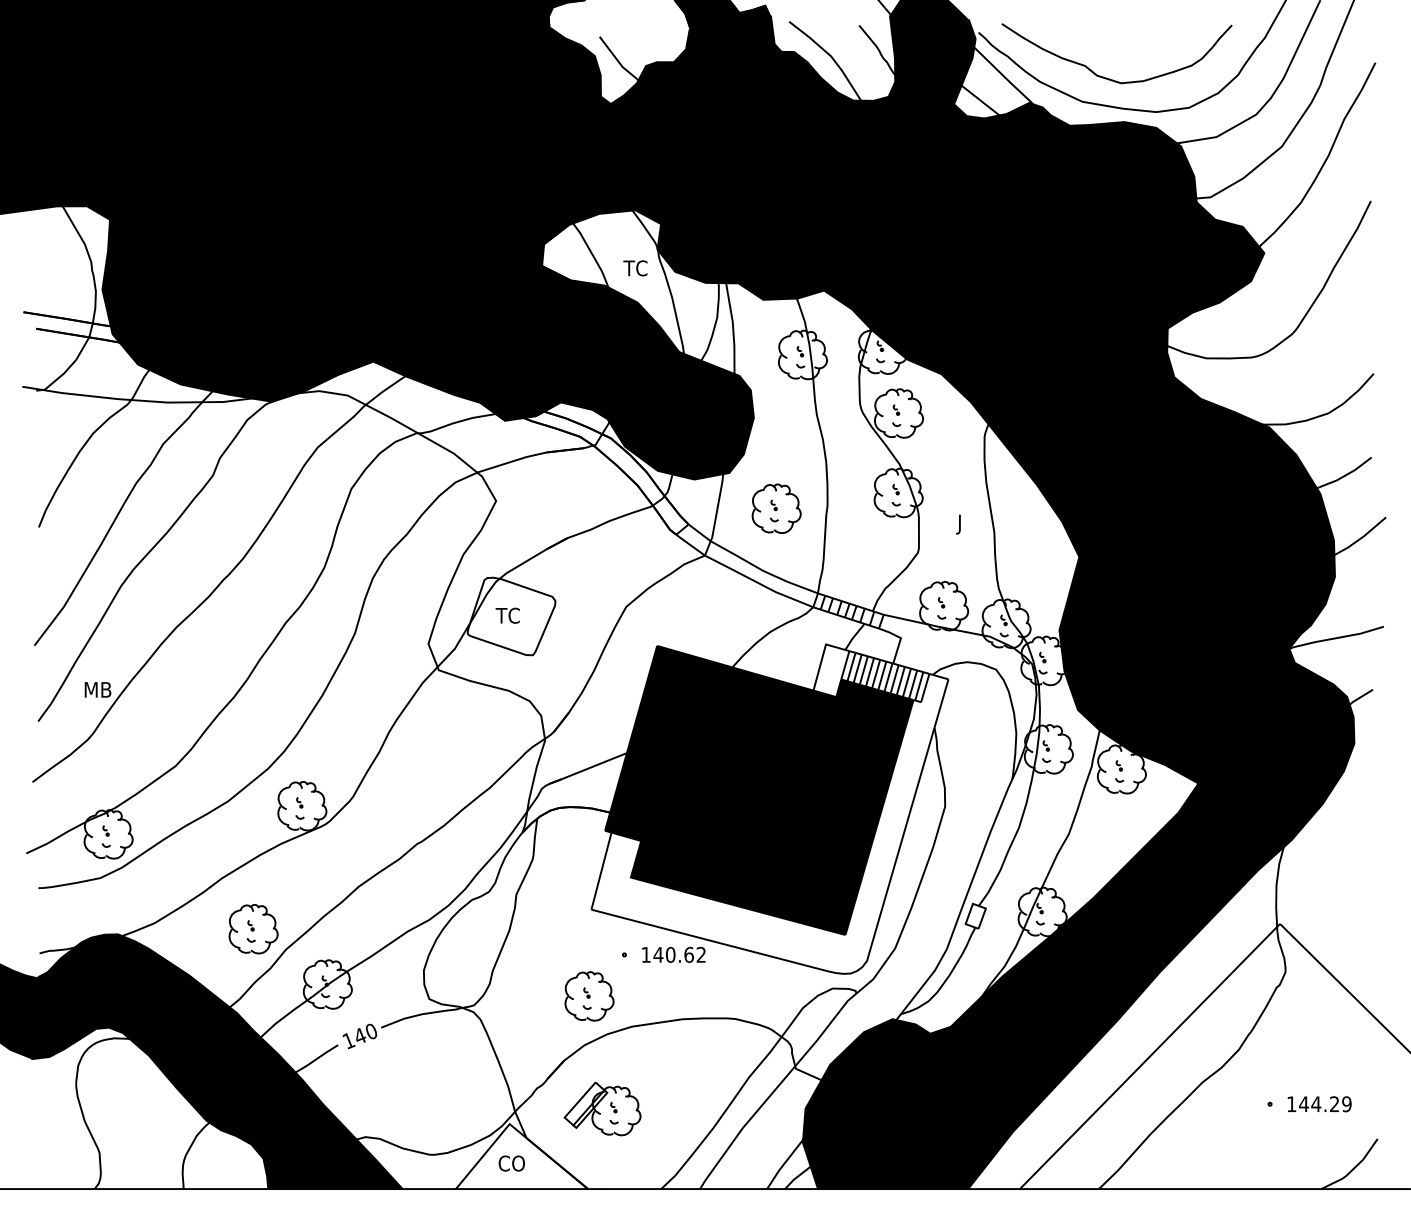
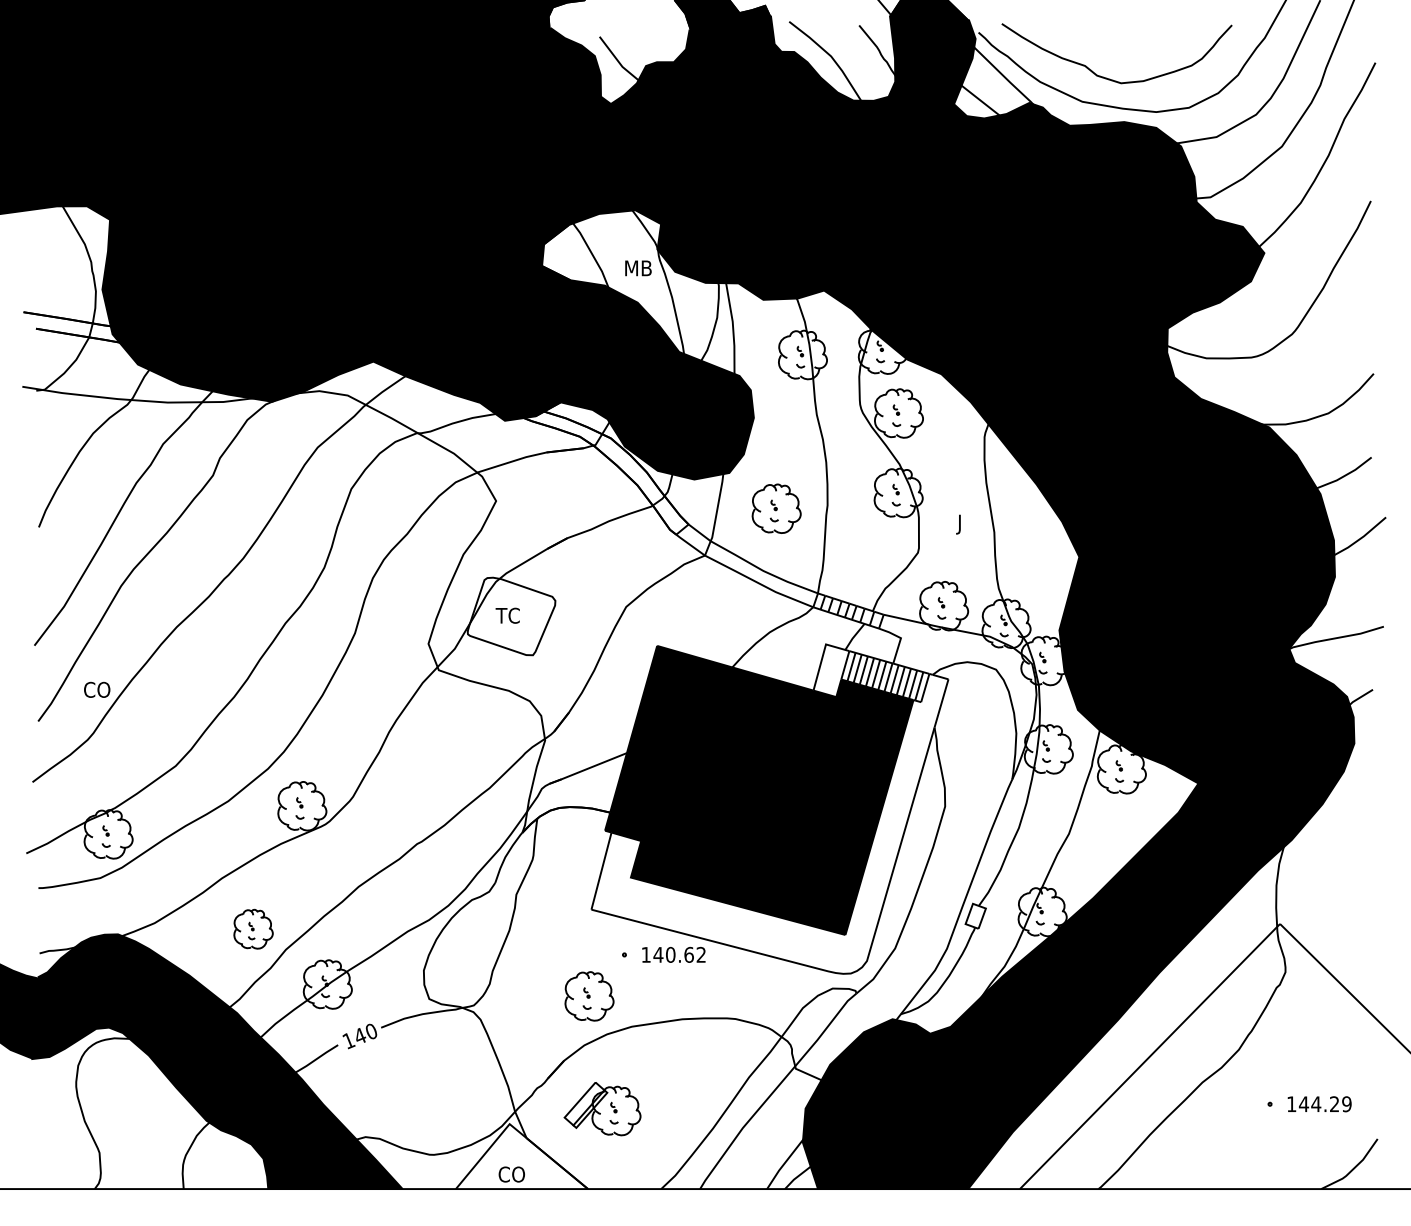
text at (637, 268): TC -> MB
text at (97, 689): MB -> CO
part at (253, 929) size: 51x51 px -> 41x42 px
text at (511, 1163) position: (511, 1163) -> (511, 1174)
